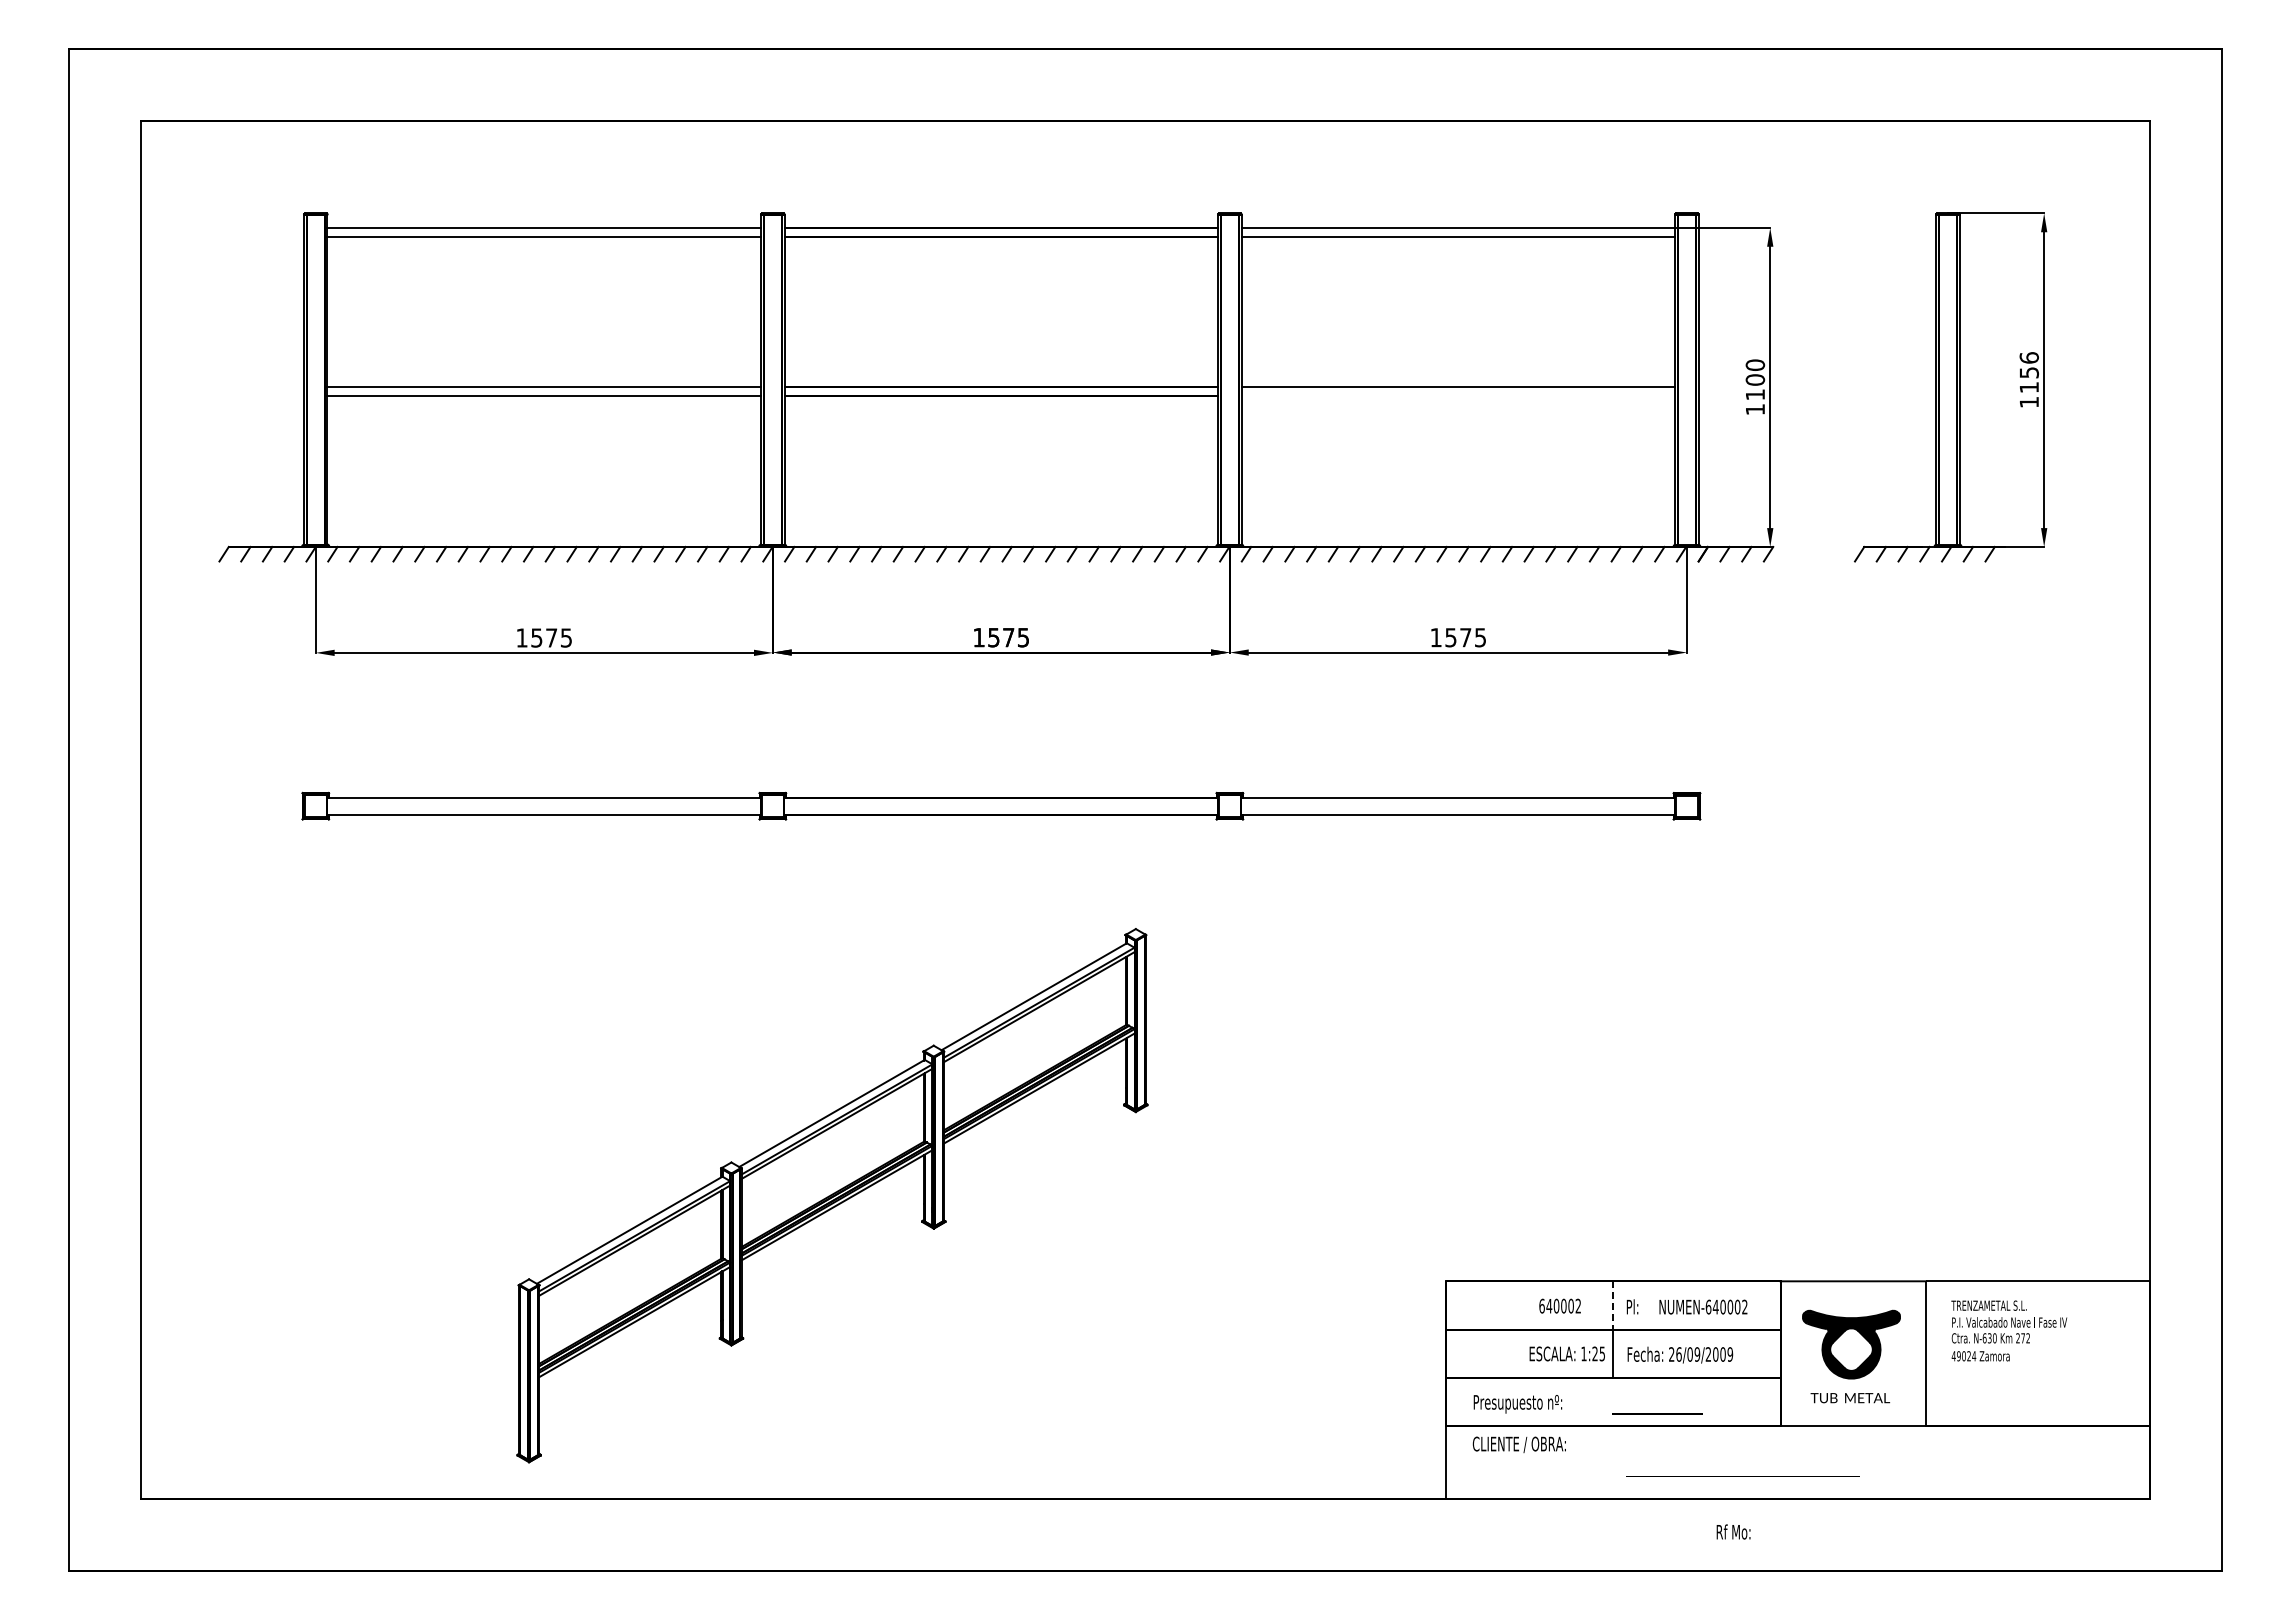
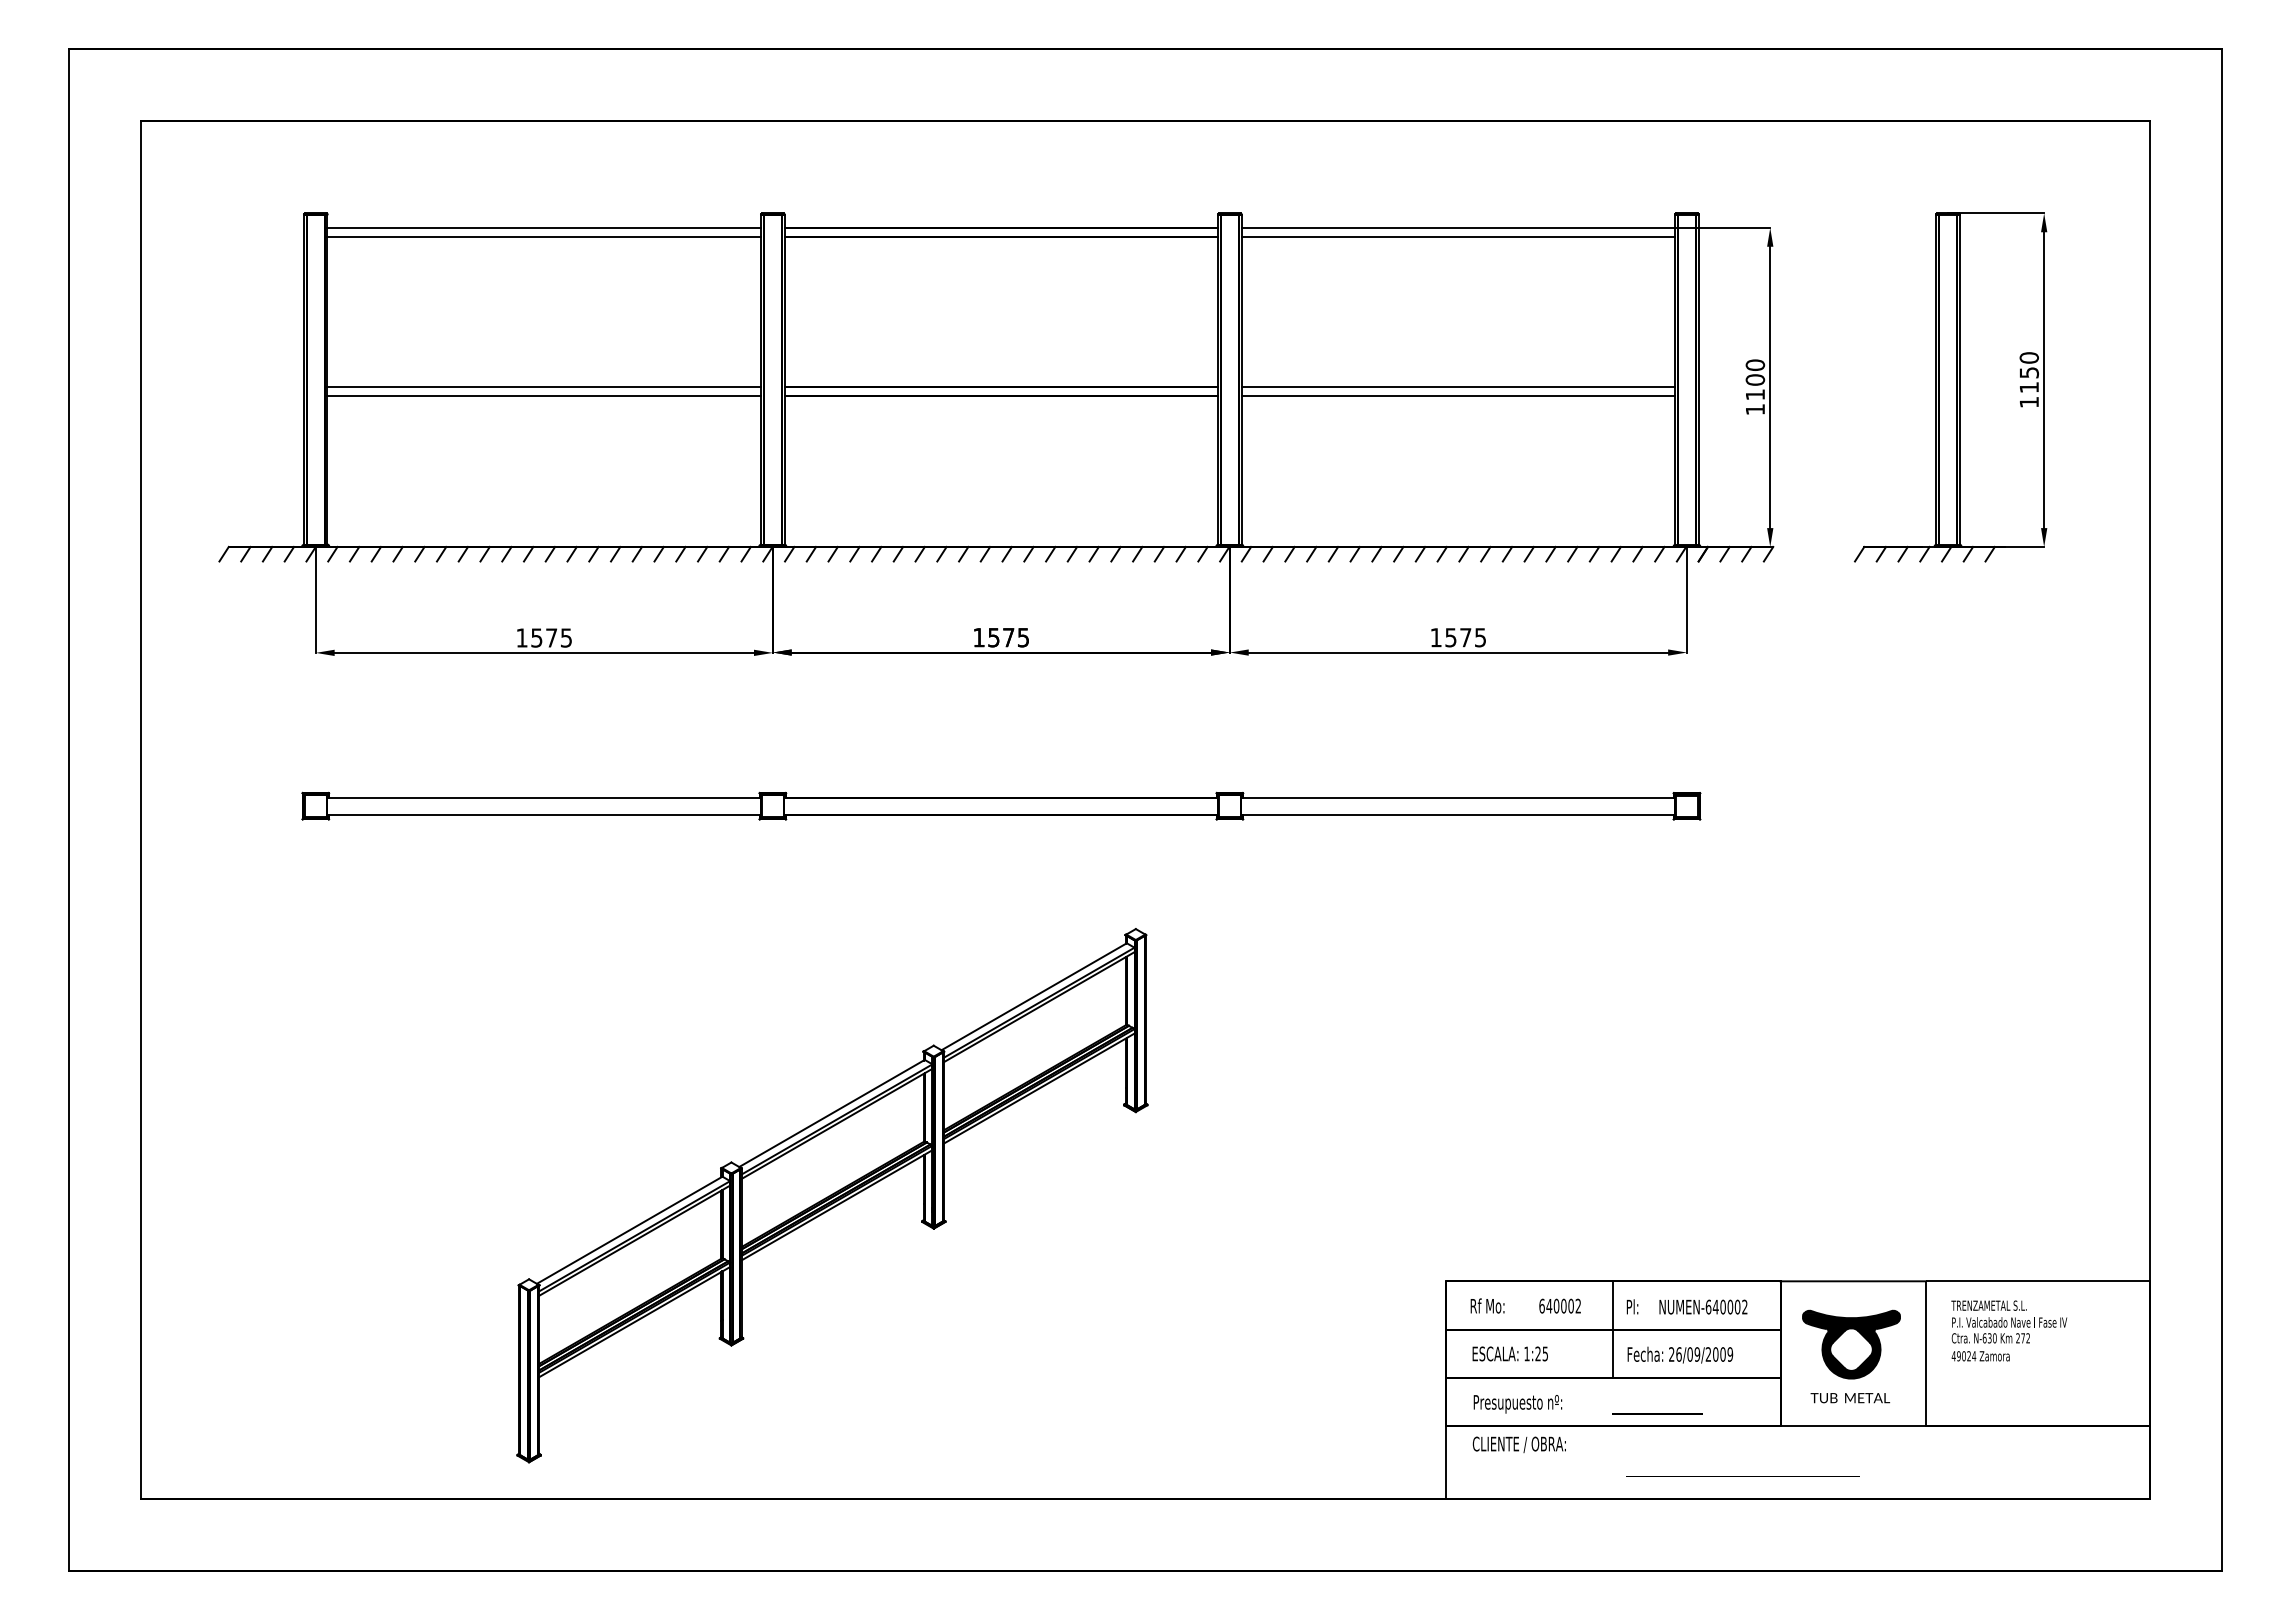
text at (2028, 357): 1156 -> 1150
line at (1458, 396): none -> present
line at (1613, 1305): dashed -> solid
text at (1566, 1353) position: (1566, 1353) -> (1509, 1353)
text at (1733, 1531) position: (1733, 1531) -> (1487, 1305)
